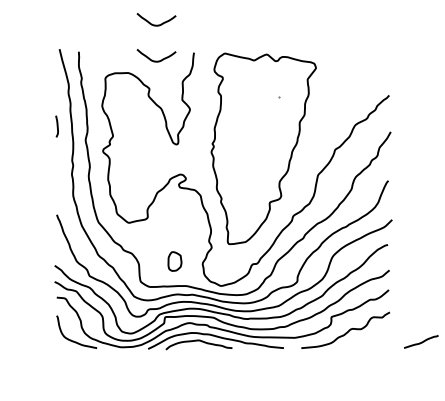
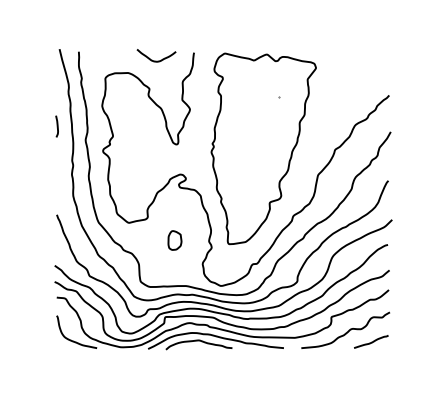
curve at (156, 24): present -> none
part at (174, 261) position: (174, 261) -> (174, 240)
curve at (421, 341) position: (421, 341) -> (371, 341)
